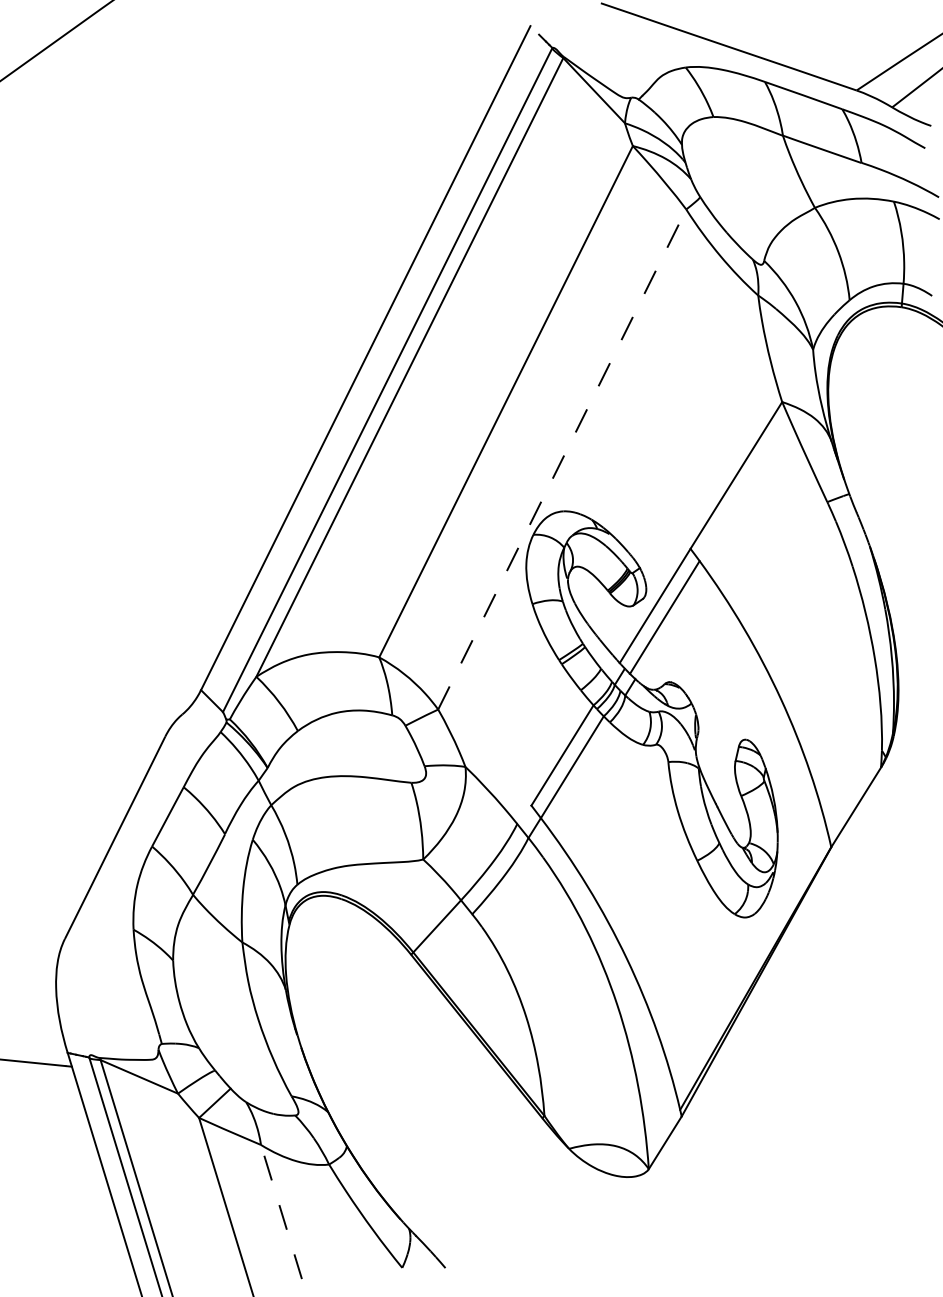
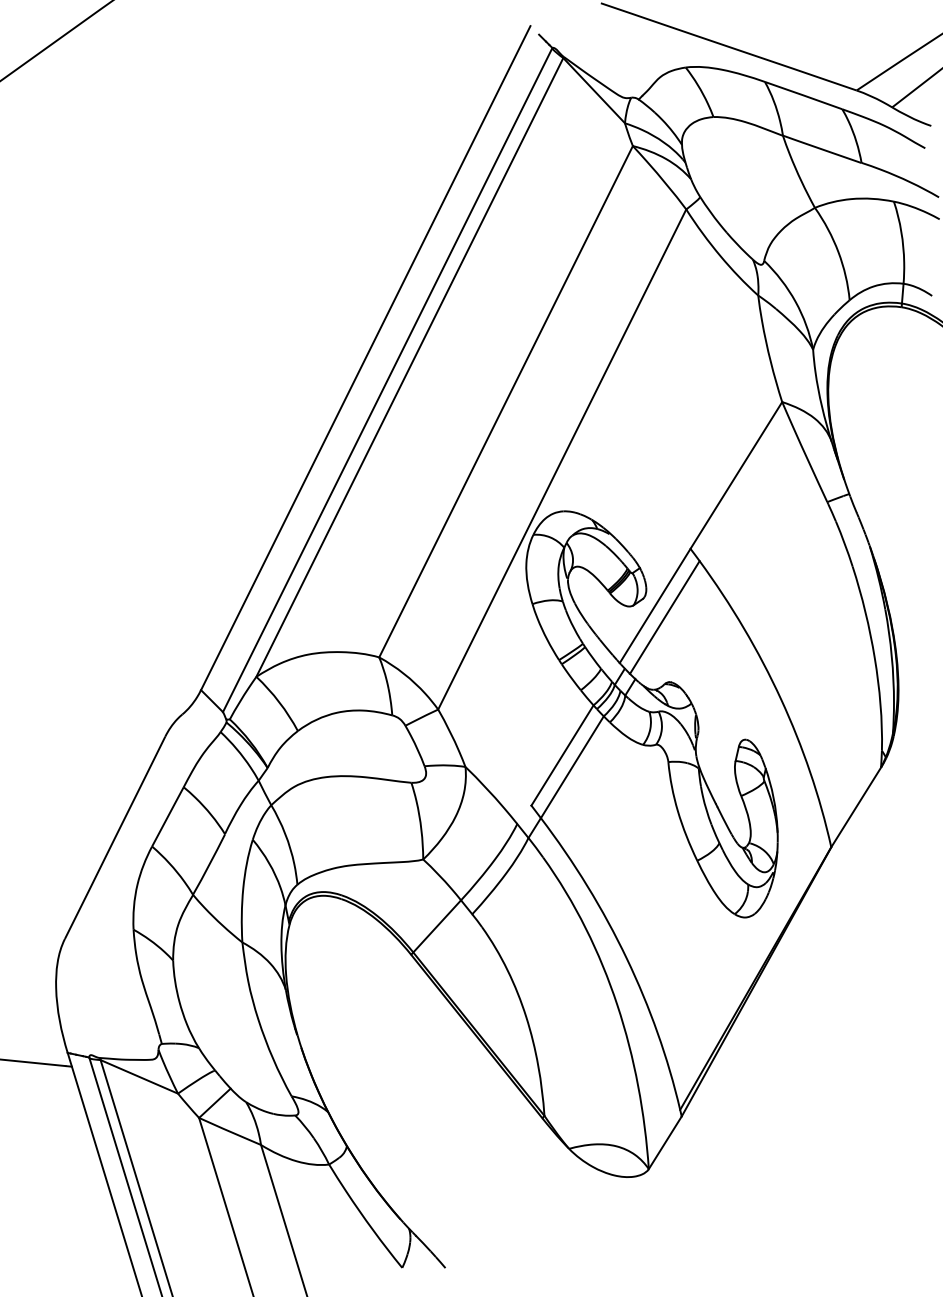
line at (562, 459): dashed -> solid
line at (284, 1220): dashed -> solid
